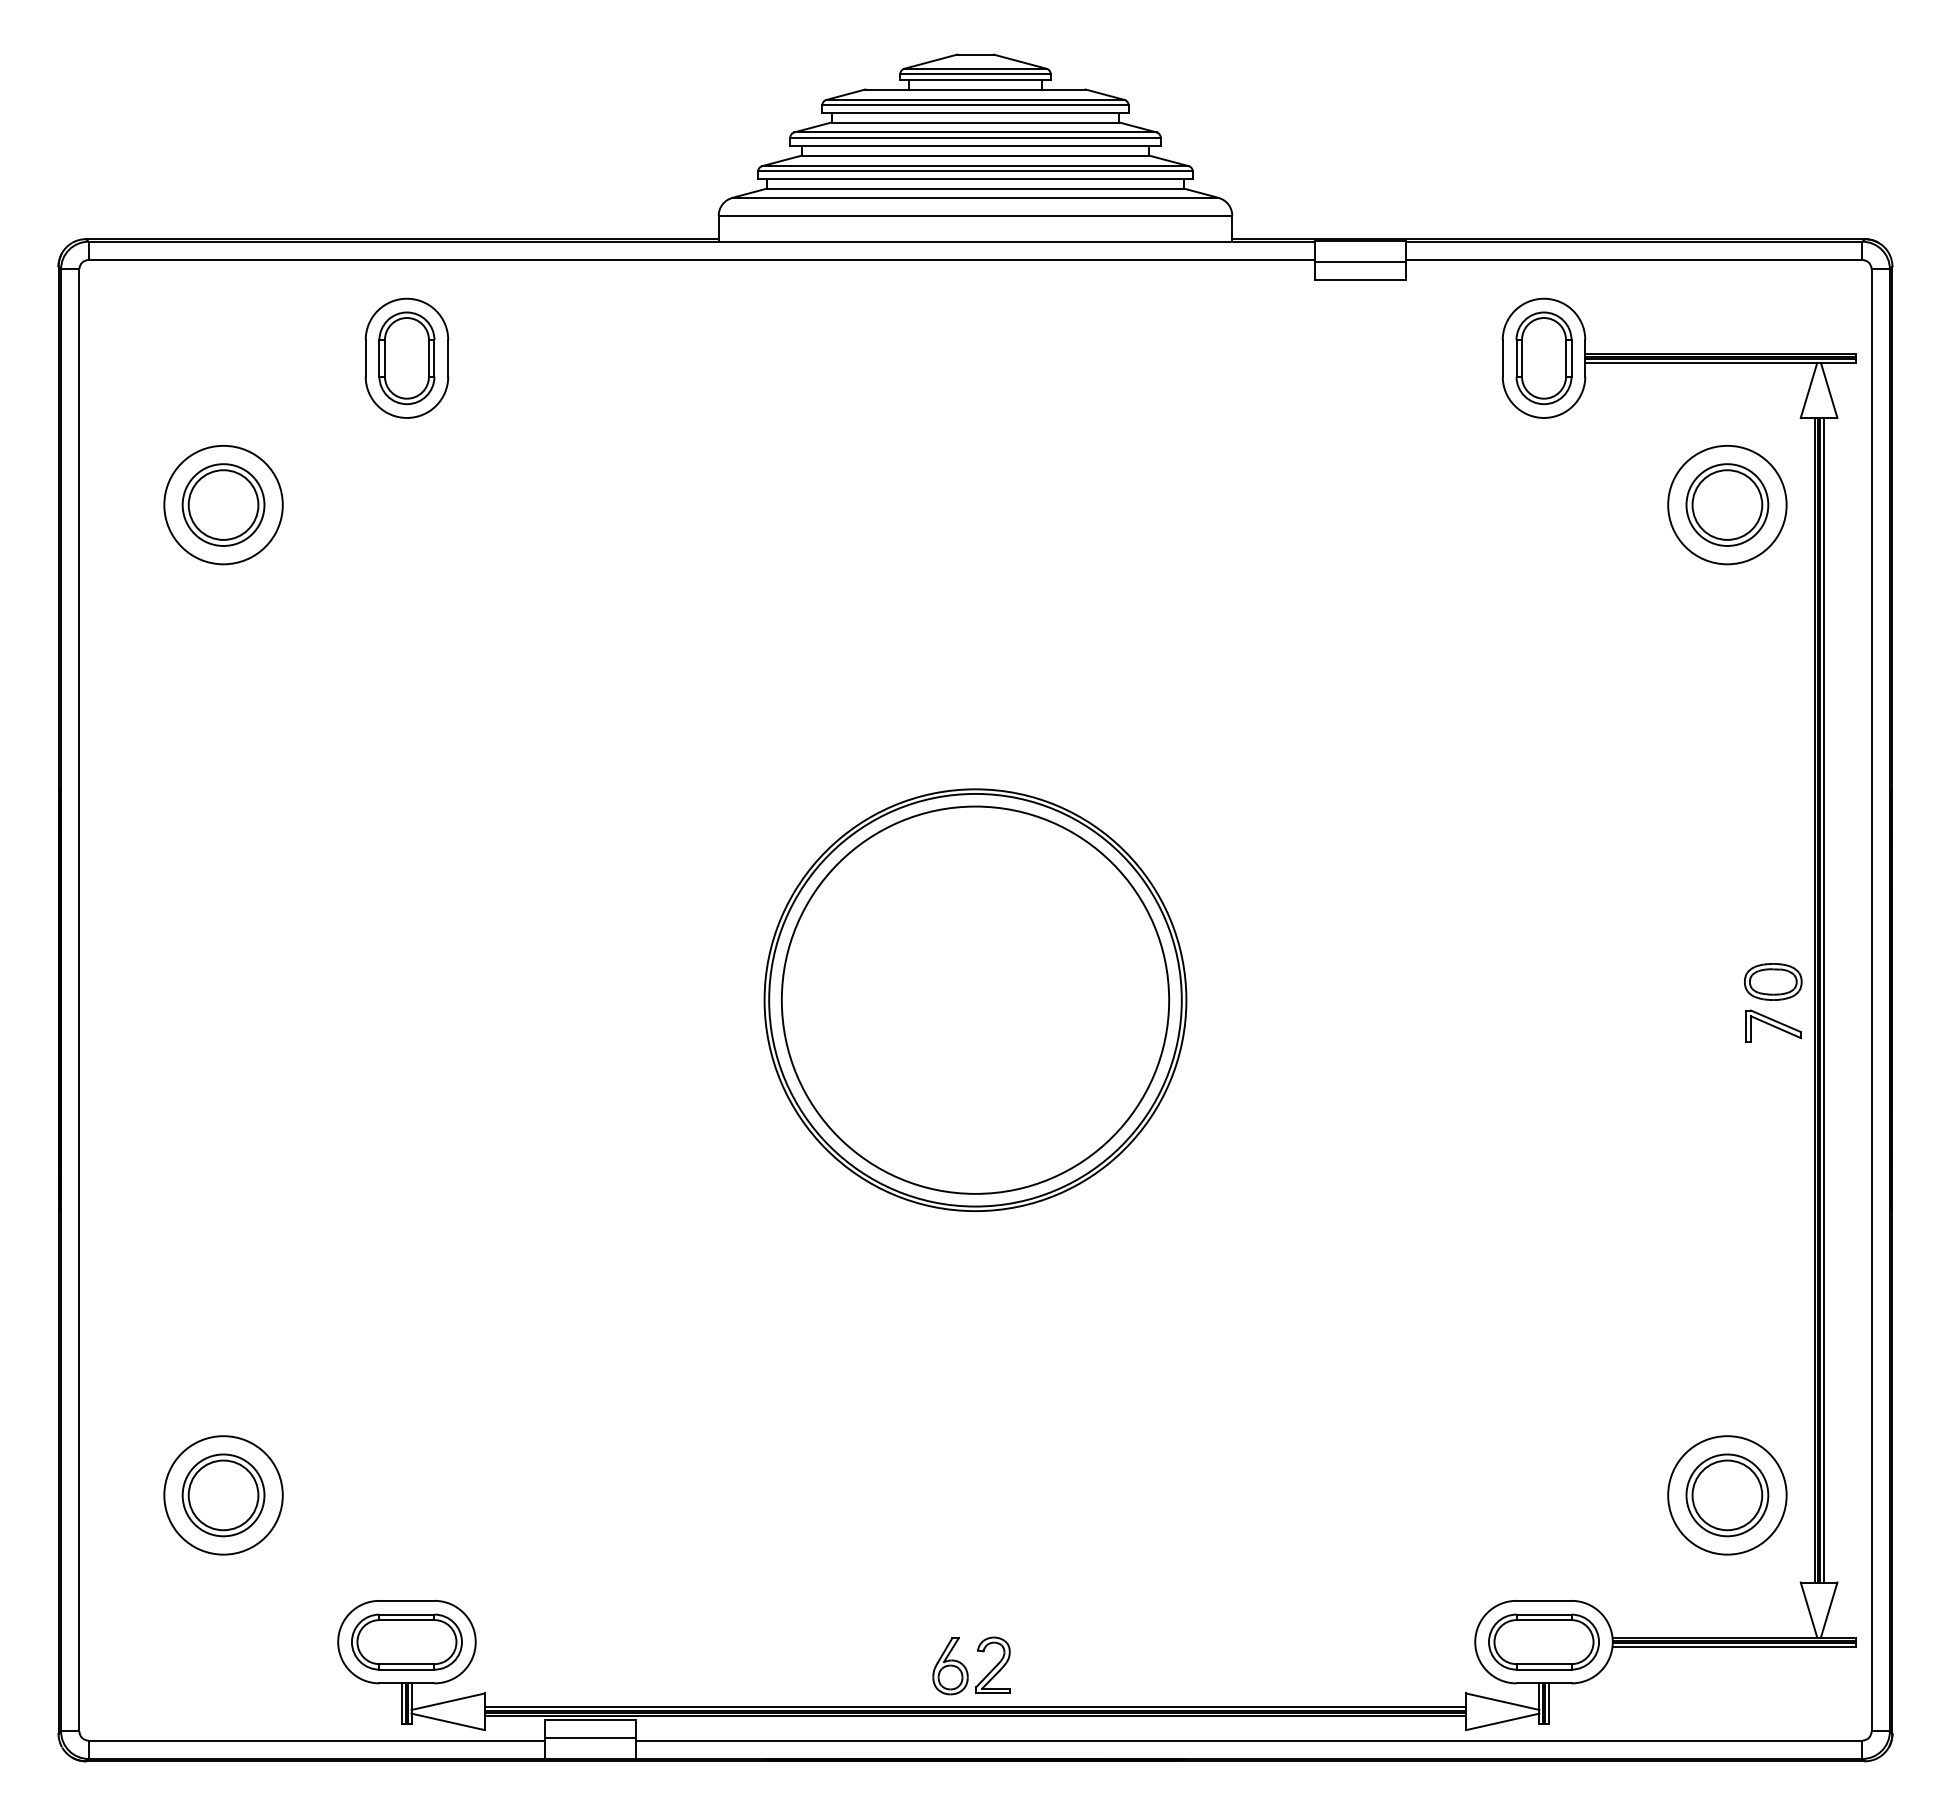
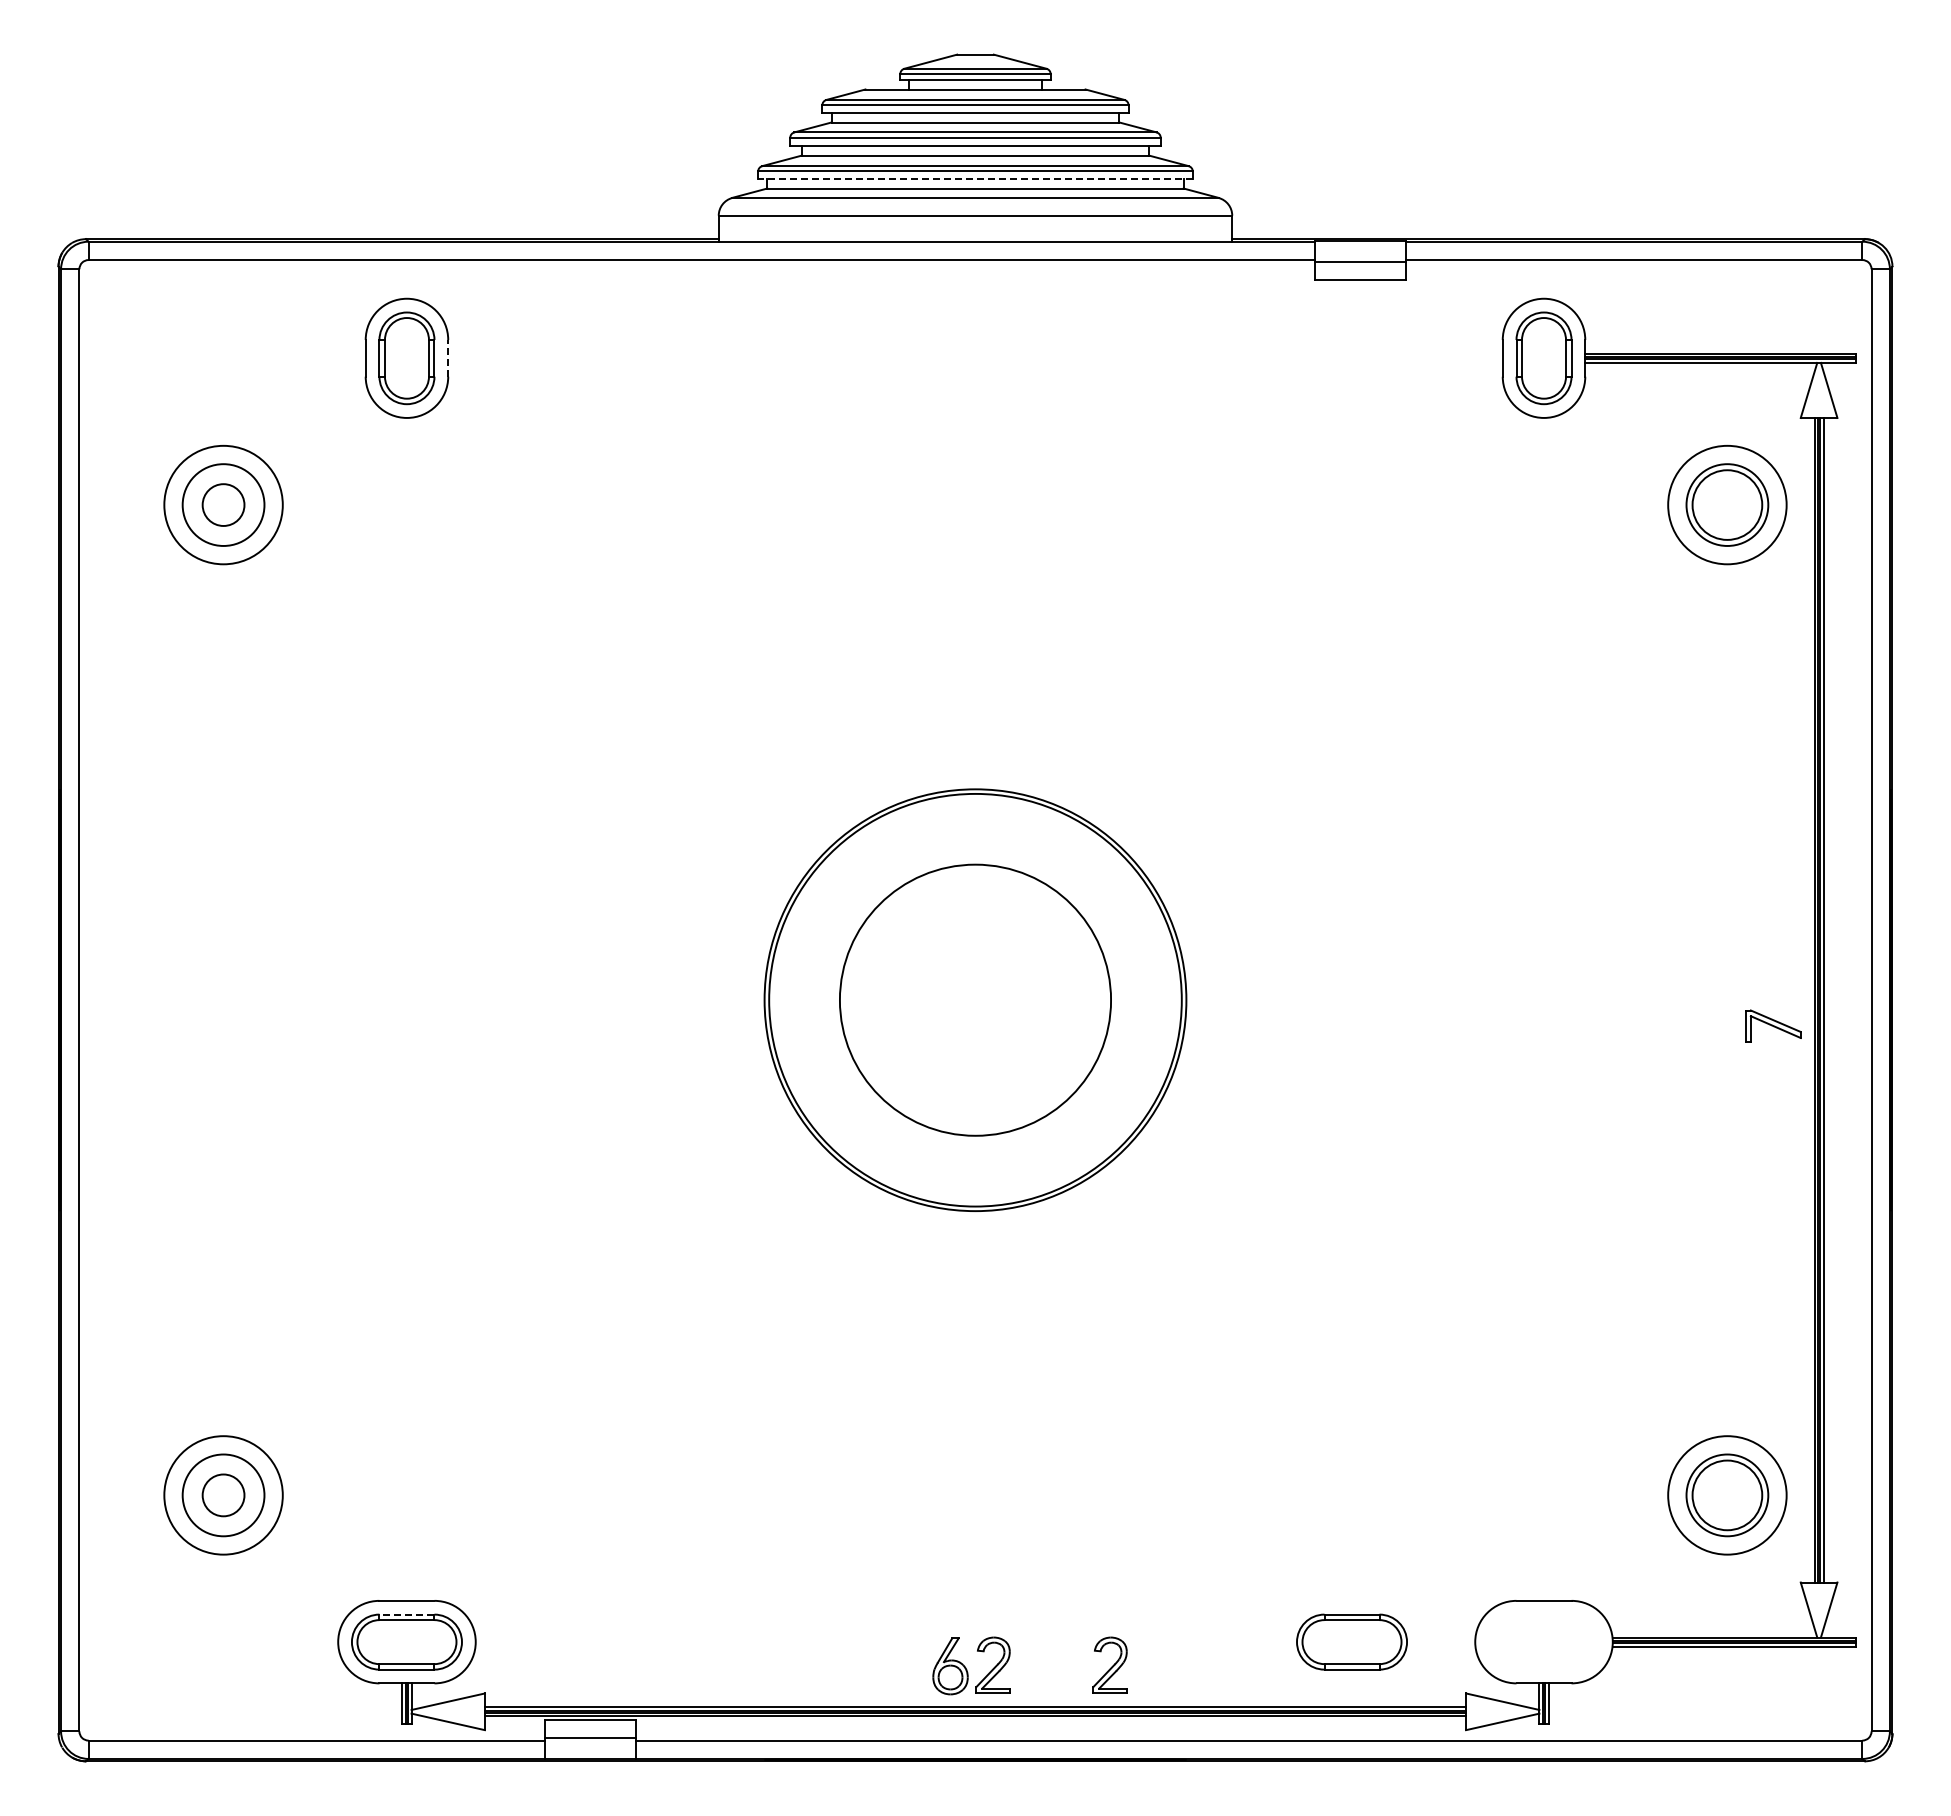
line at (975, 179): solid -> dashed
line at (448, 357): solid -> dashed
circle at (223, 504) diameter: 70 px -> 42 px
part at (1773, 981): present -> none
circle at (975, 999) diameter: 387 px -> 271 px
circle at (223, 1495) diameter: 70 px -> 42 px
line at (406, 1614): solid -> dashed
part at (1543, 1641) position: (1543, 1641) -> (1351, 1641)
part at (1109, 1664): none -> present
